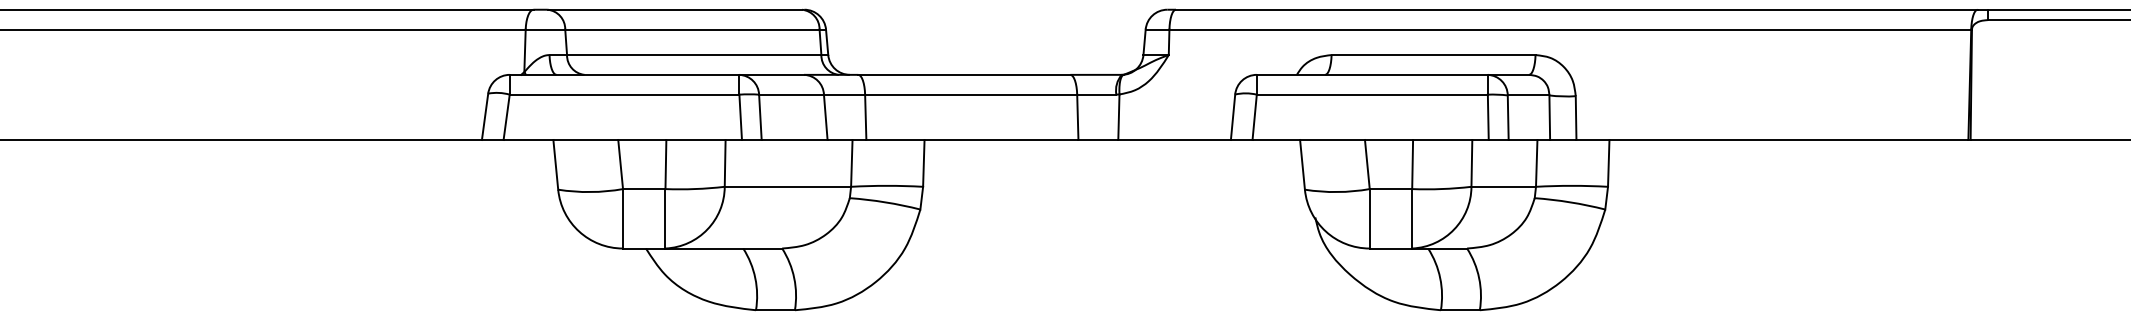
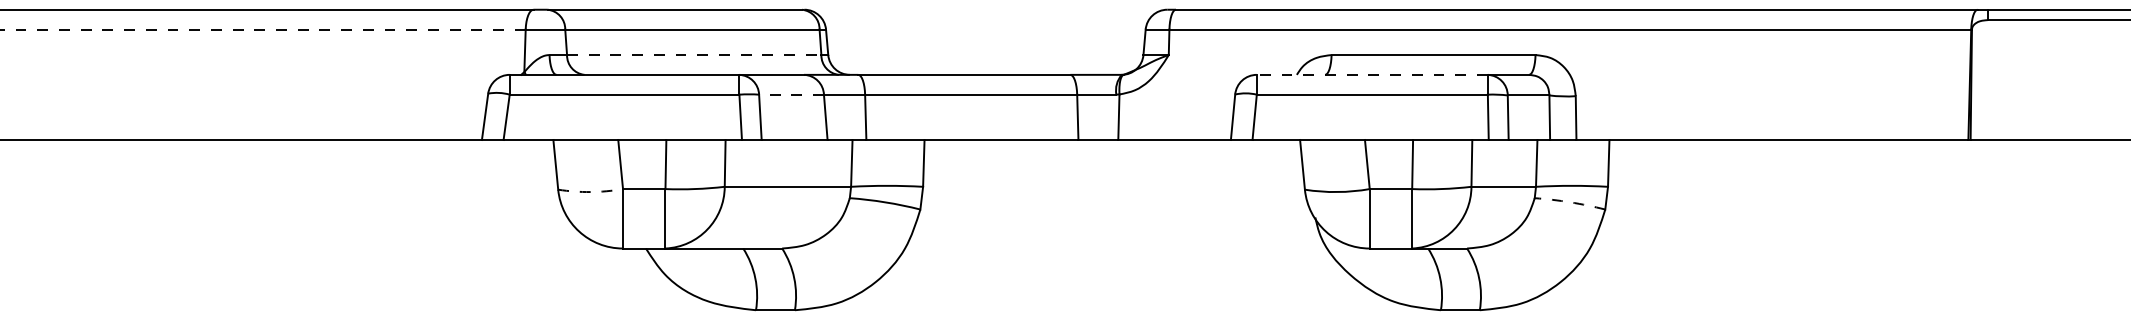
line at (262, 29): solid -> dashed
line at (694, 55): solid -> dashed
line at (1372, 74): solid -> dashed
line at (791, 94): solid -> dashed
arc at (590, 192): solid -> dashed
arc at (1570, 202): solid -> dashed
